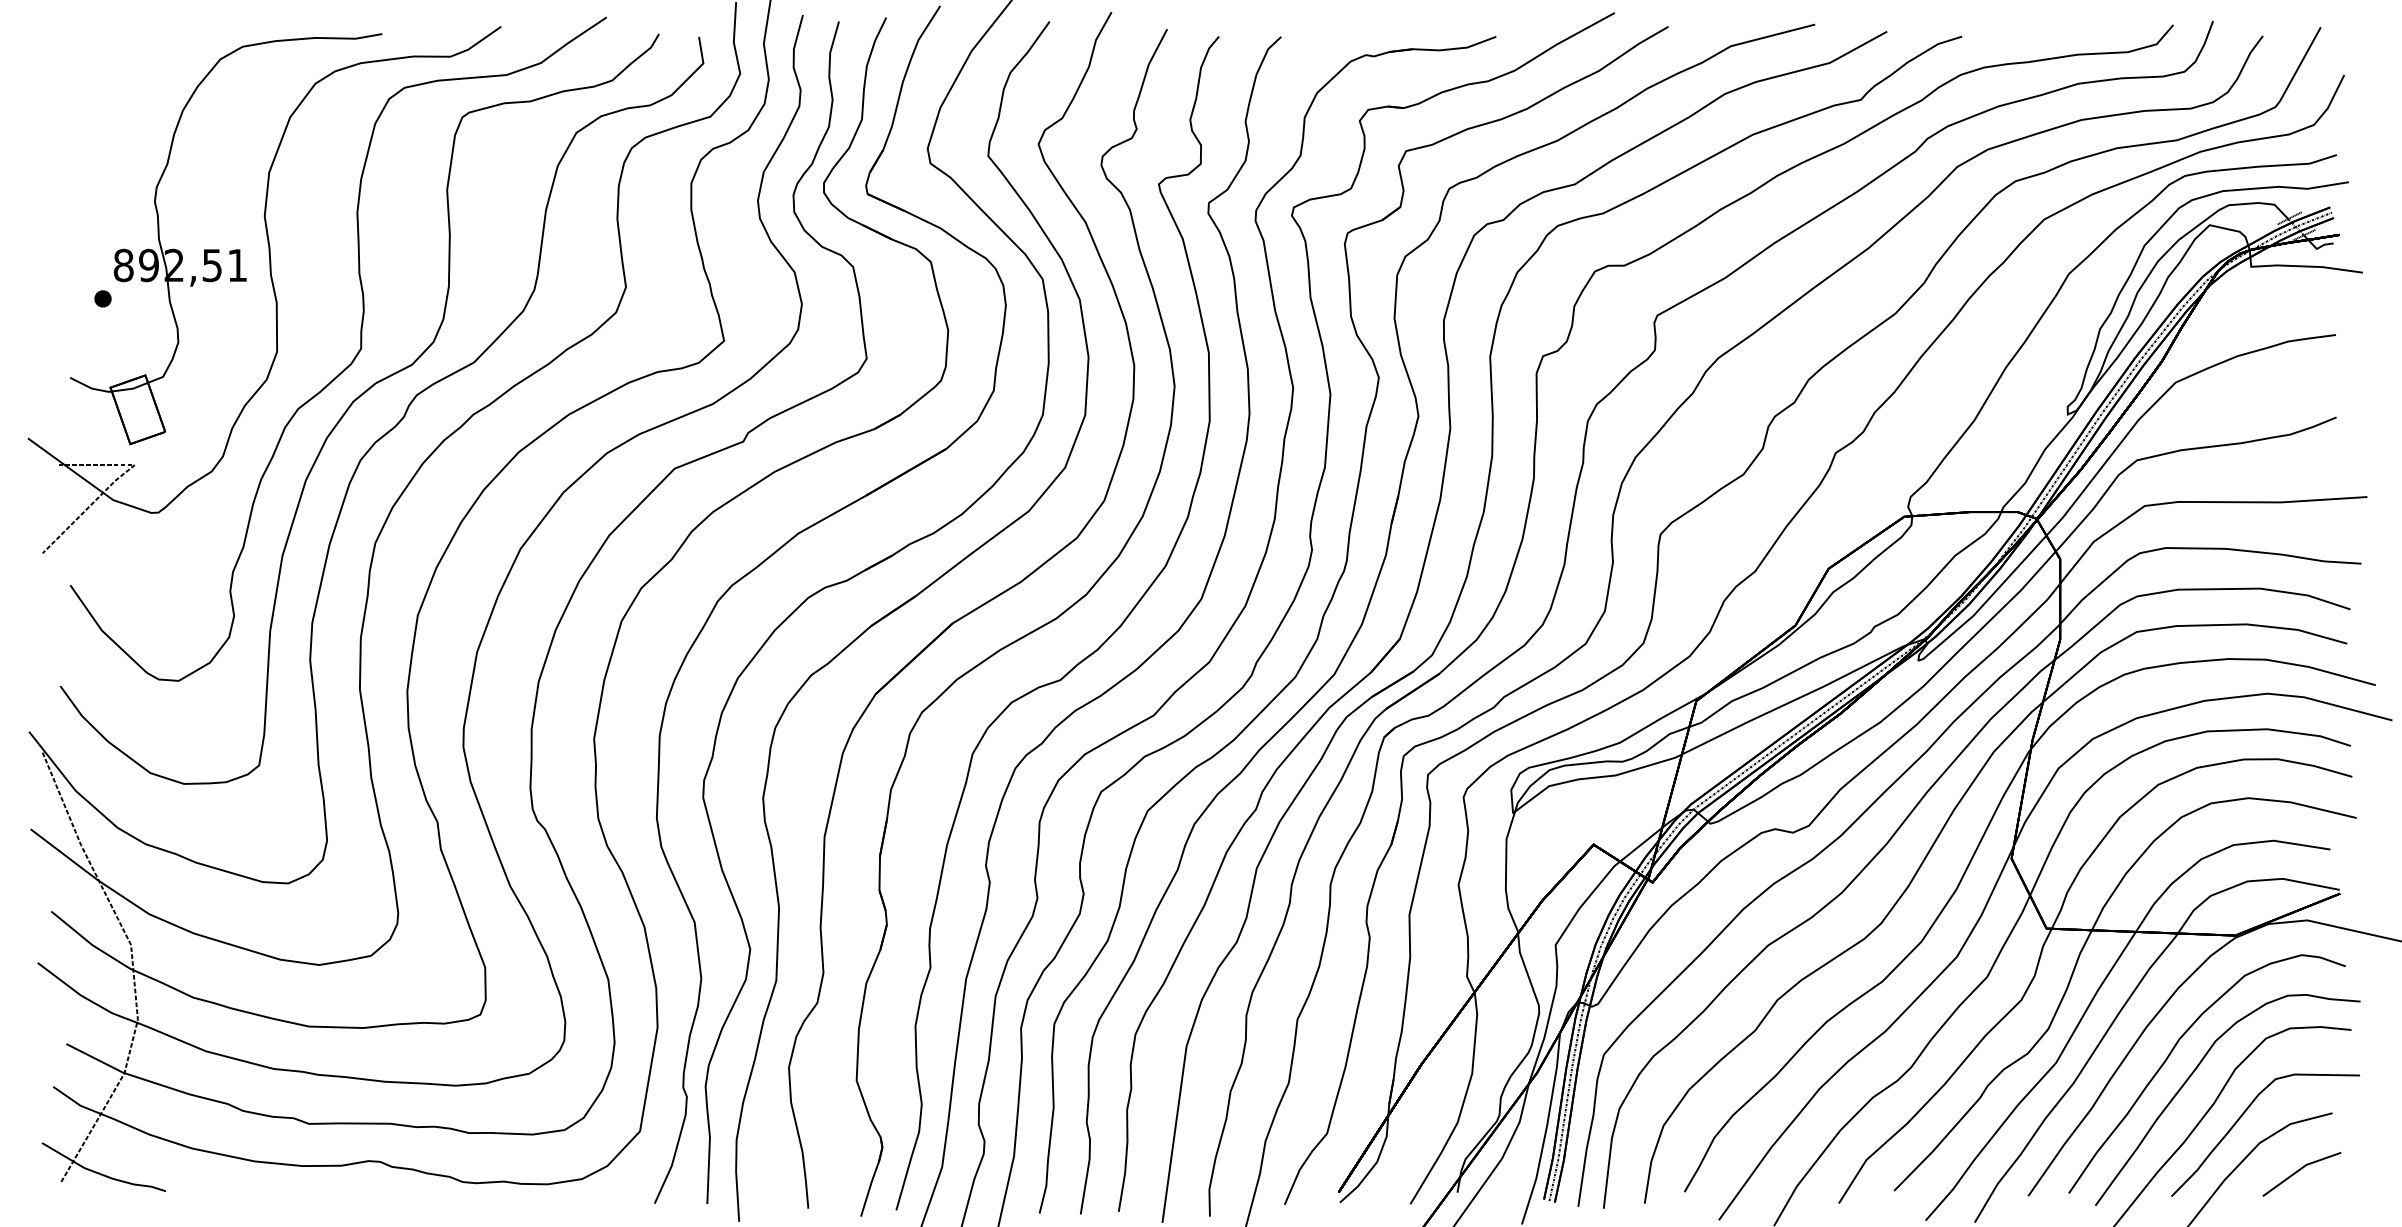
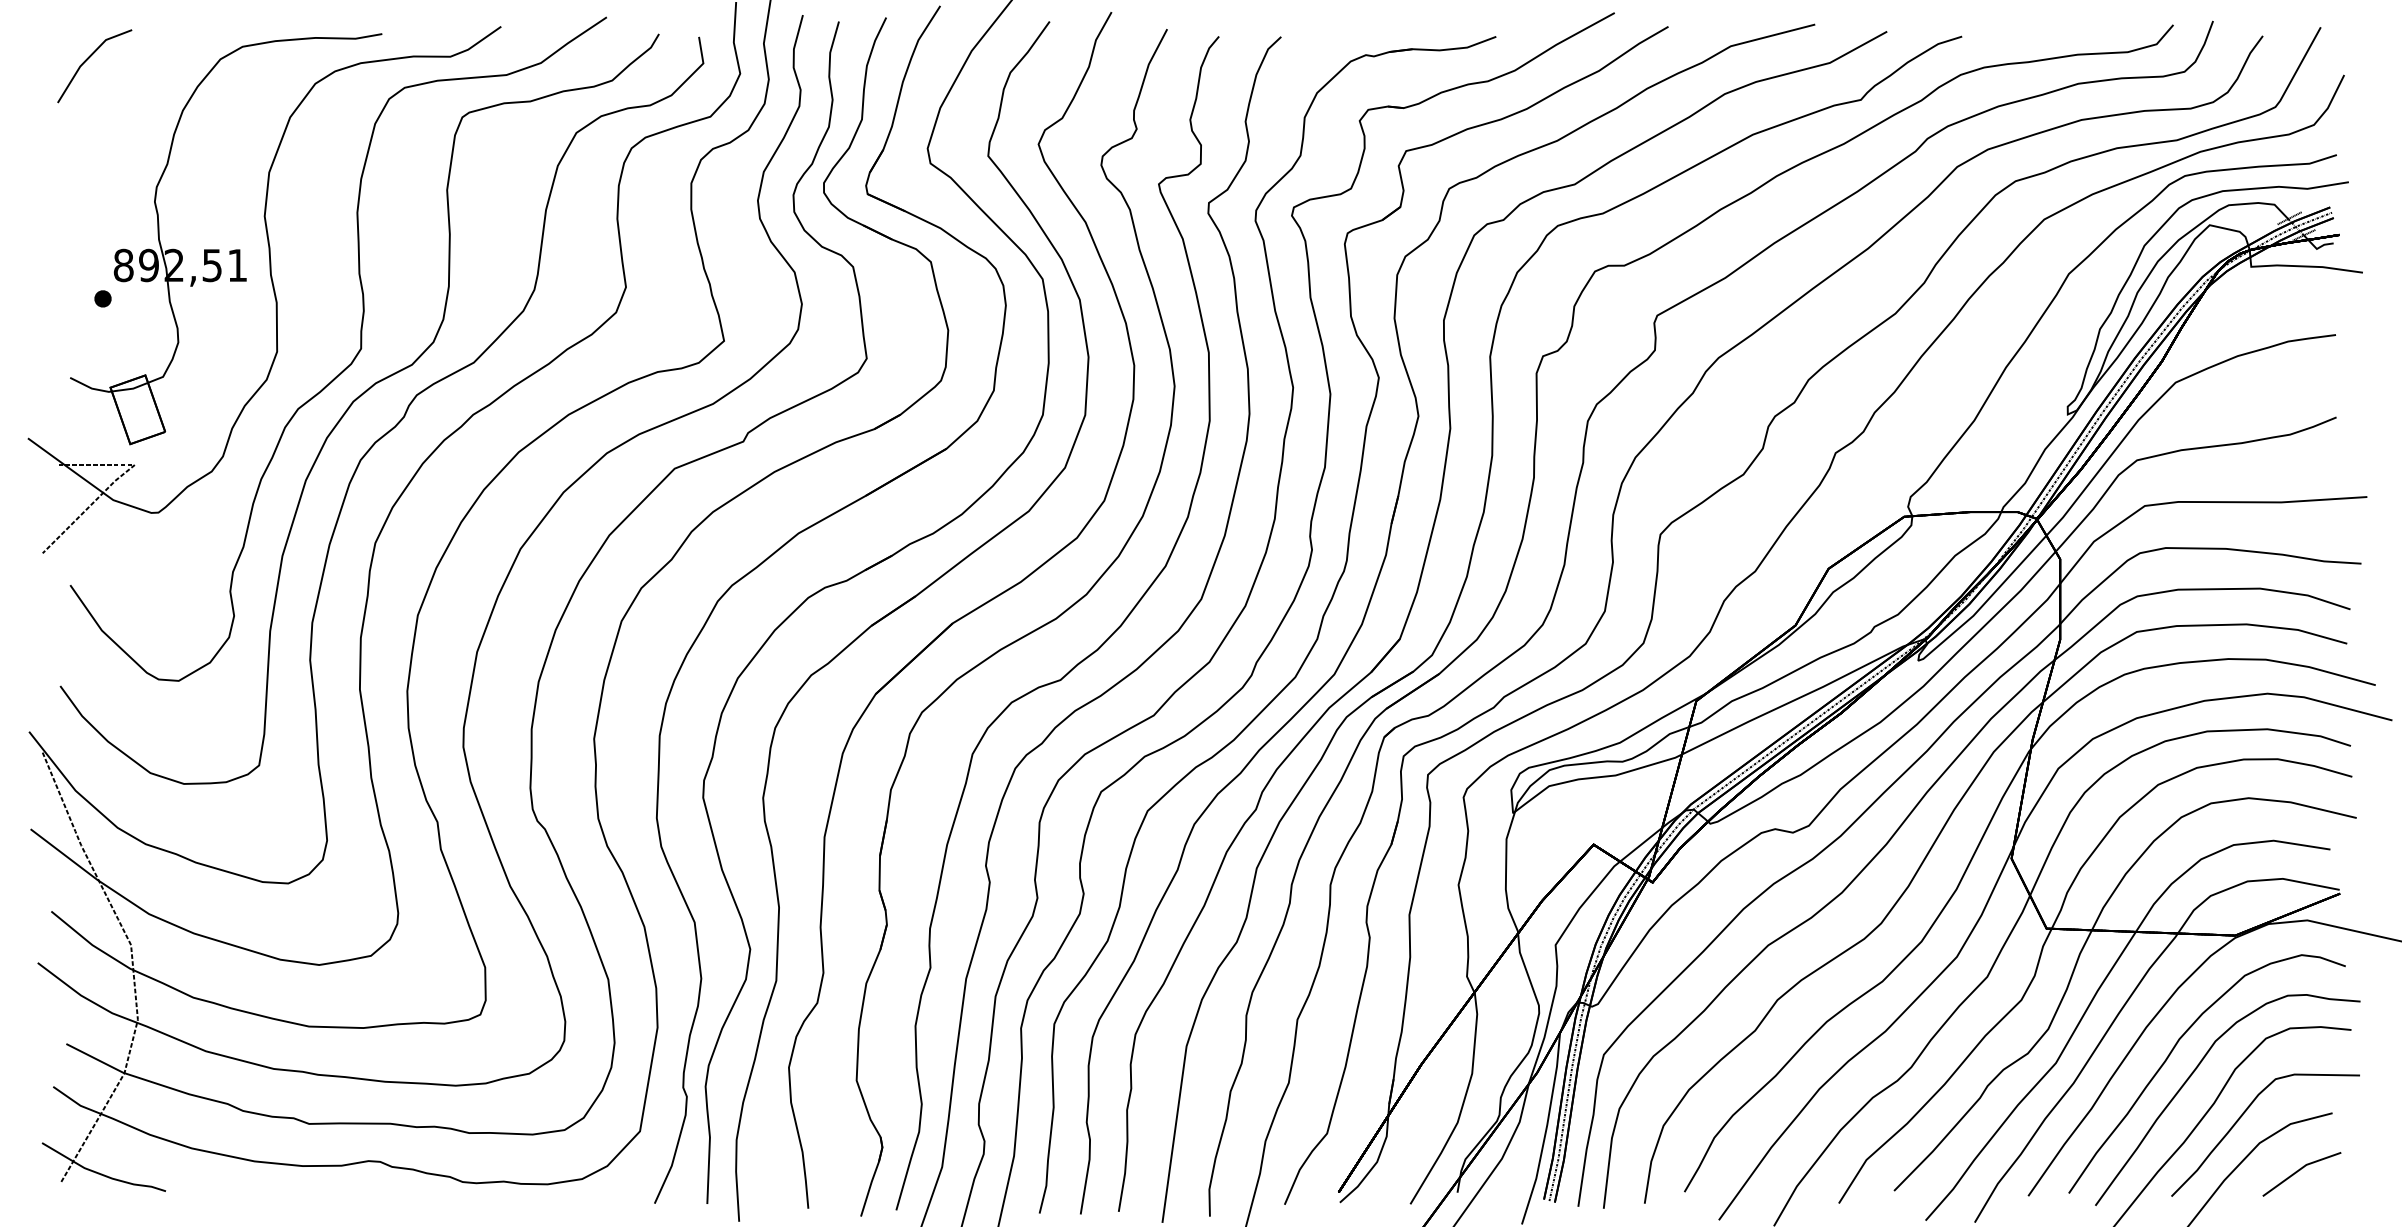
part at (88, 59): none -> present
